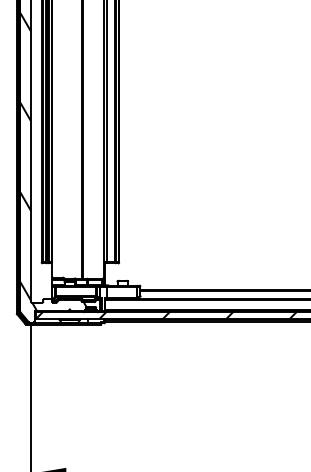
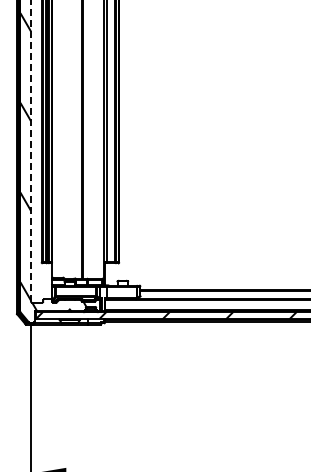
line at (31, 150): solid -> dashed
